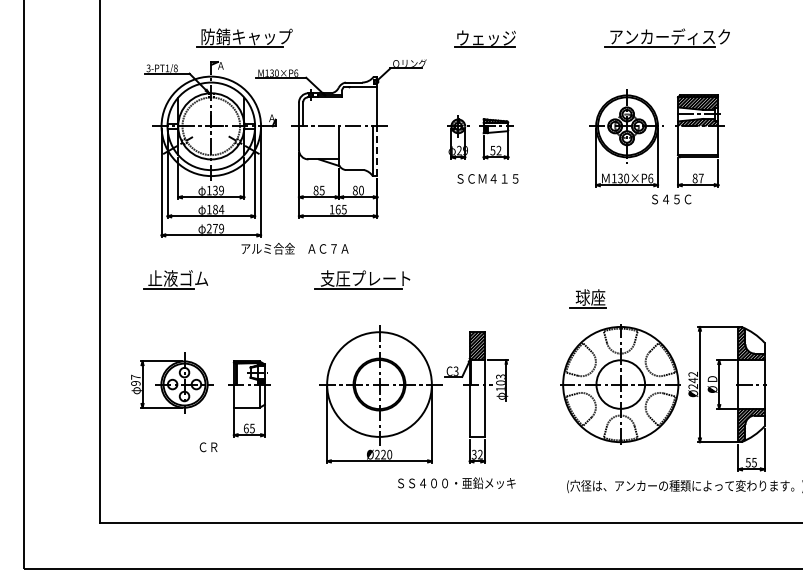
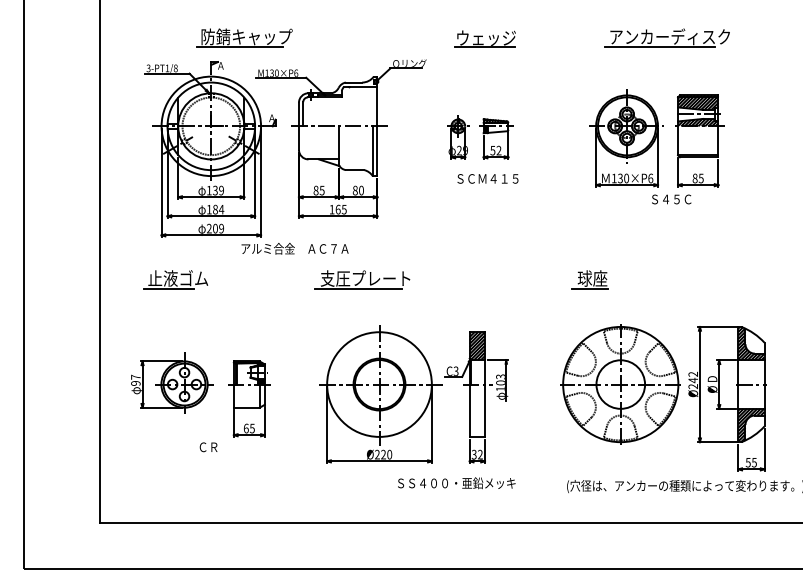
line at (377, 151): dashed -> solid
text at (700, 178): 87 -> 85
text at (215, 228): 279 -> 209
part at (587, 298) position: (587, 298) -> (589, 279)
